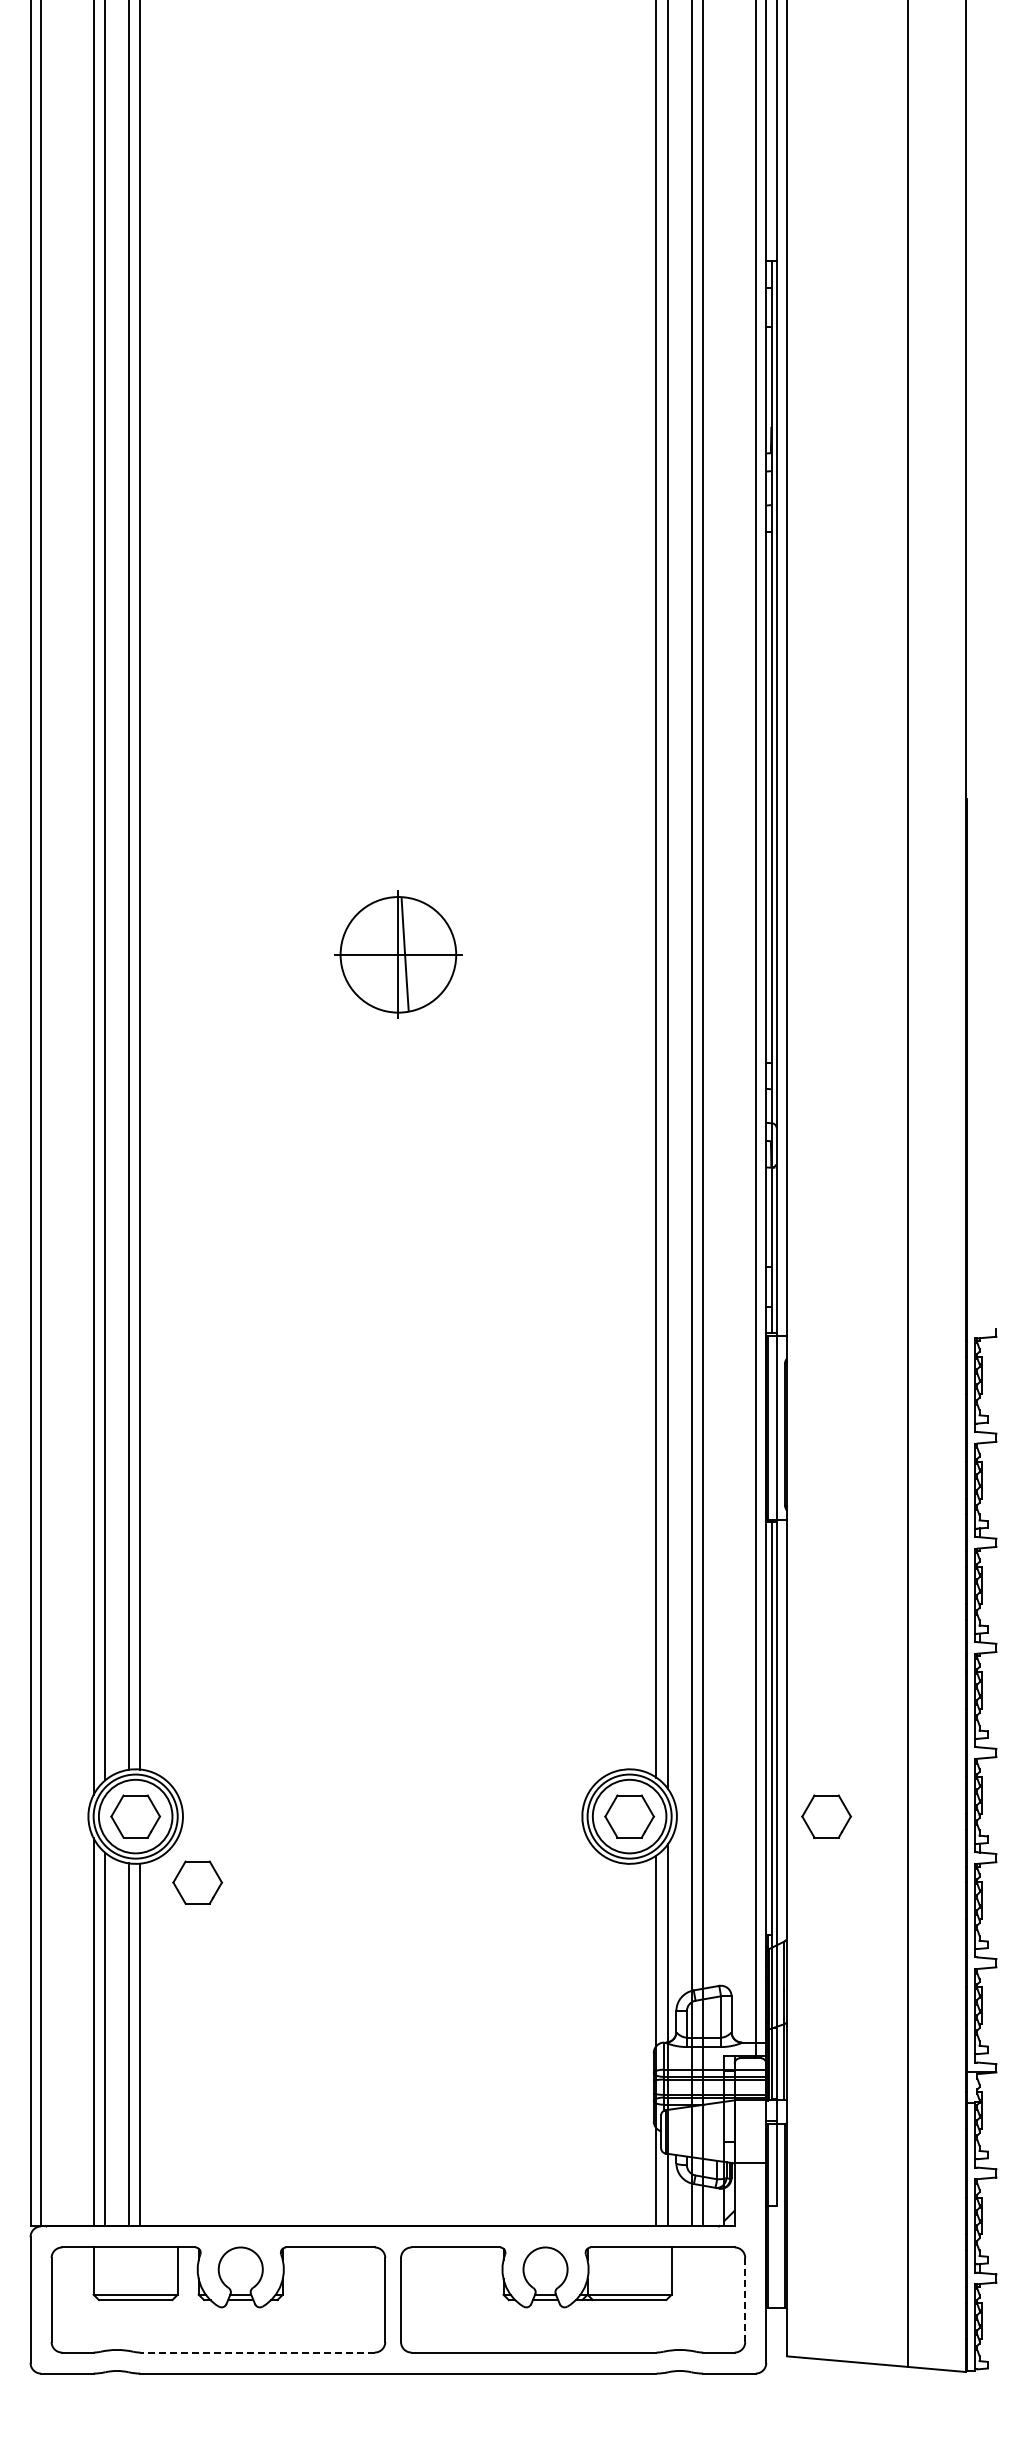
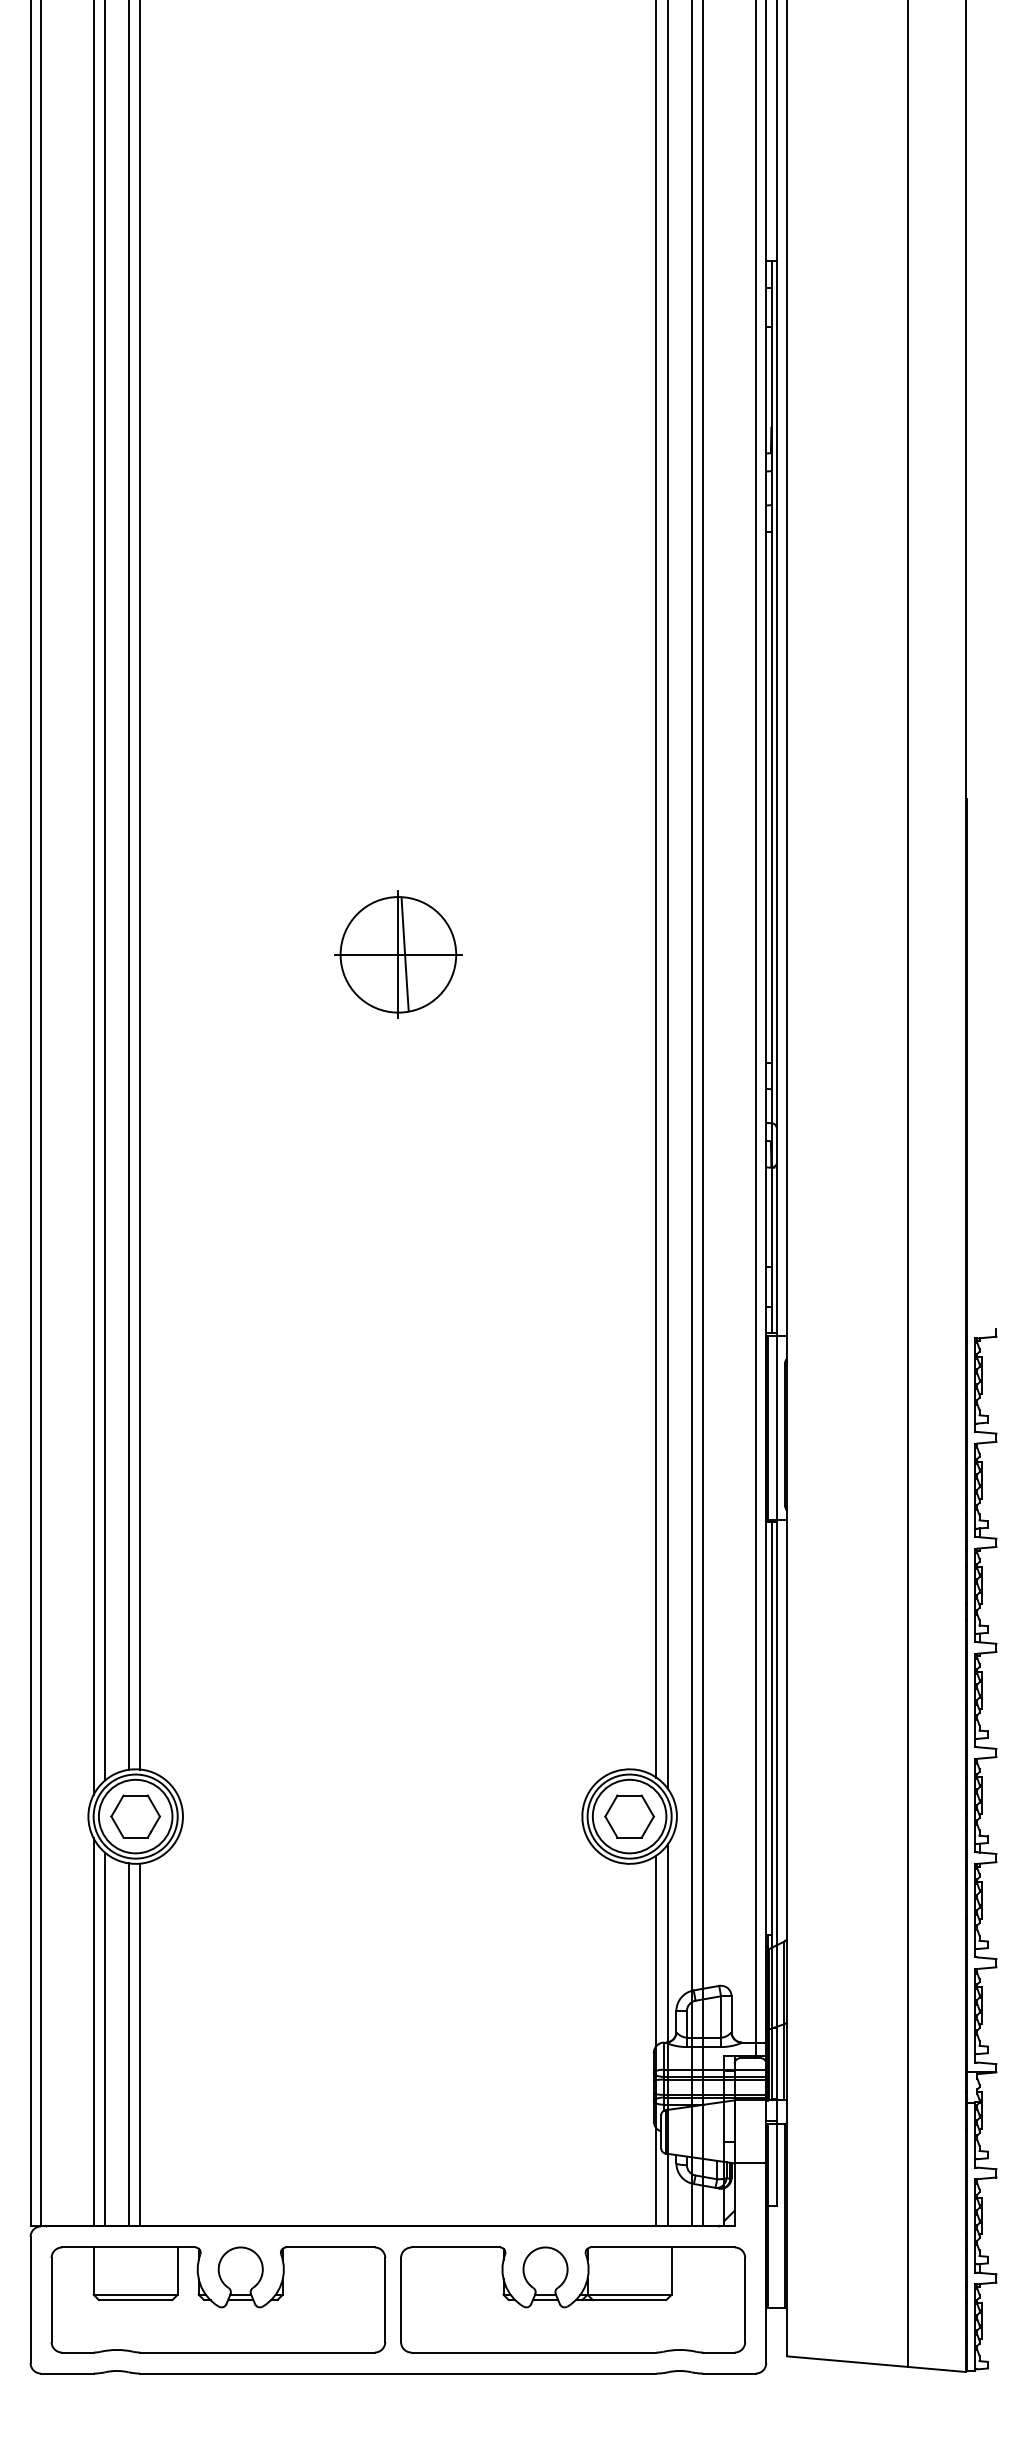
part at (826, 1816): present -> none
part at (197, 1882): present -> none
line at (745, 2299): dashed -> solid
line at (257, 2352): dashed -> solid
